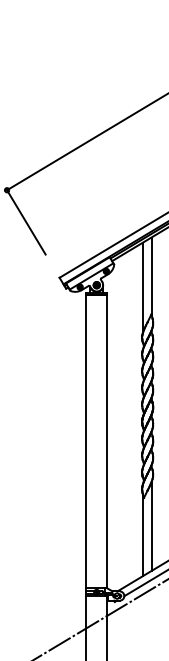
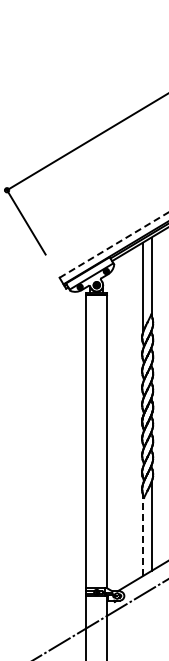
line at (114, 244): solid -> dashed
line at (142, 535): solid -> dashed
line at (144, 583): present -> none
